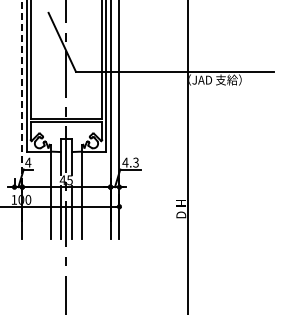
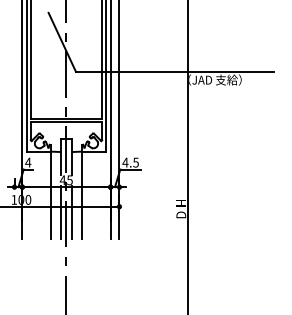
line at (22, 97): dashed -> solid
text at (135, 161): 4.3 -> 4.5
